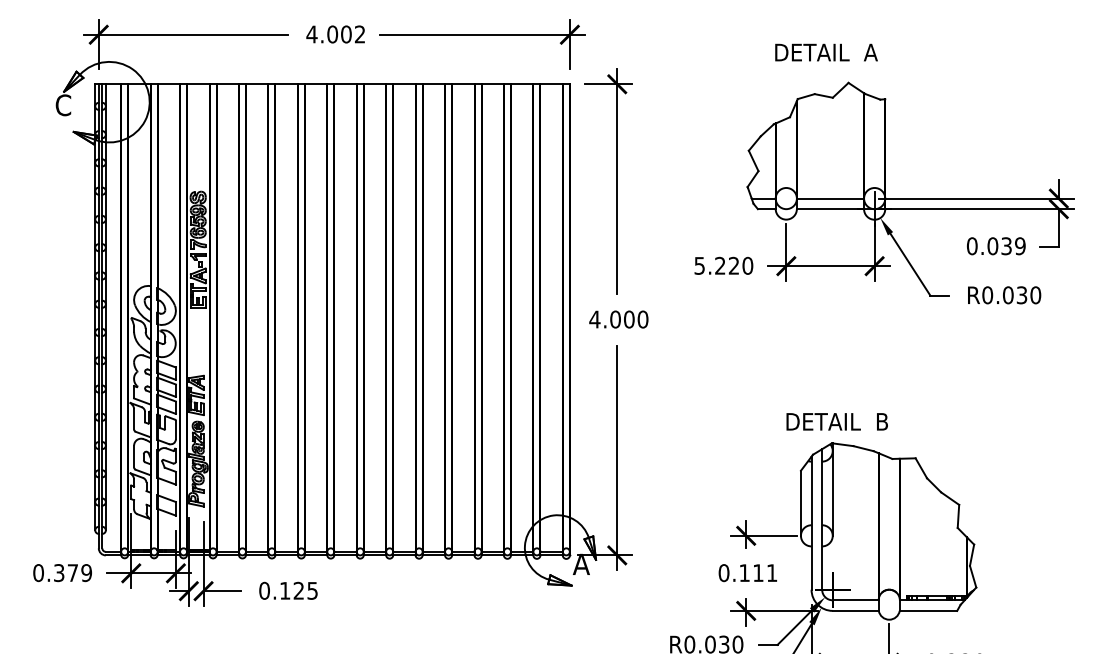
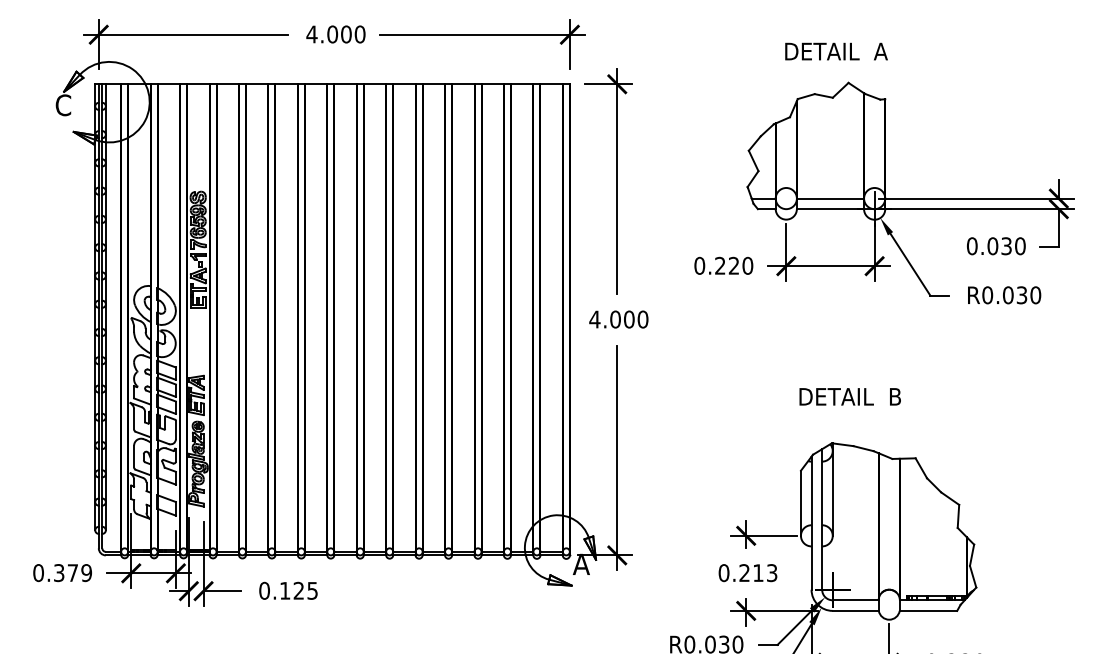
text at (359, 34): 4.002 -> 4.000
text at (826, 52) position: (826, 52) -> (836, 51)
text at (1020, 246): 0.039 -> 0.030
text at (699, 265): 5.220 -> 0.220
text at (836, 421) position: (836, 421) -> (849, 396)
text at (758, 573): 0.111 -> 0.213
